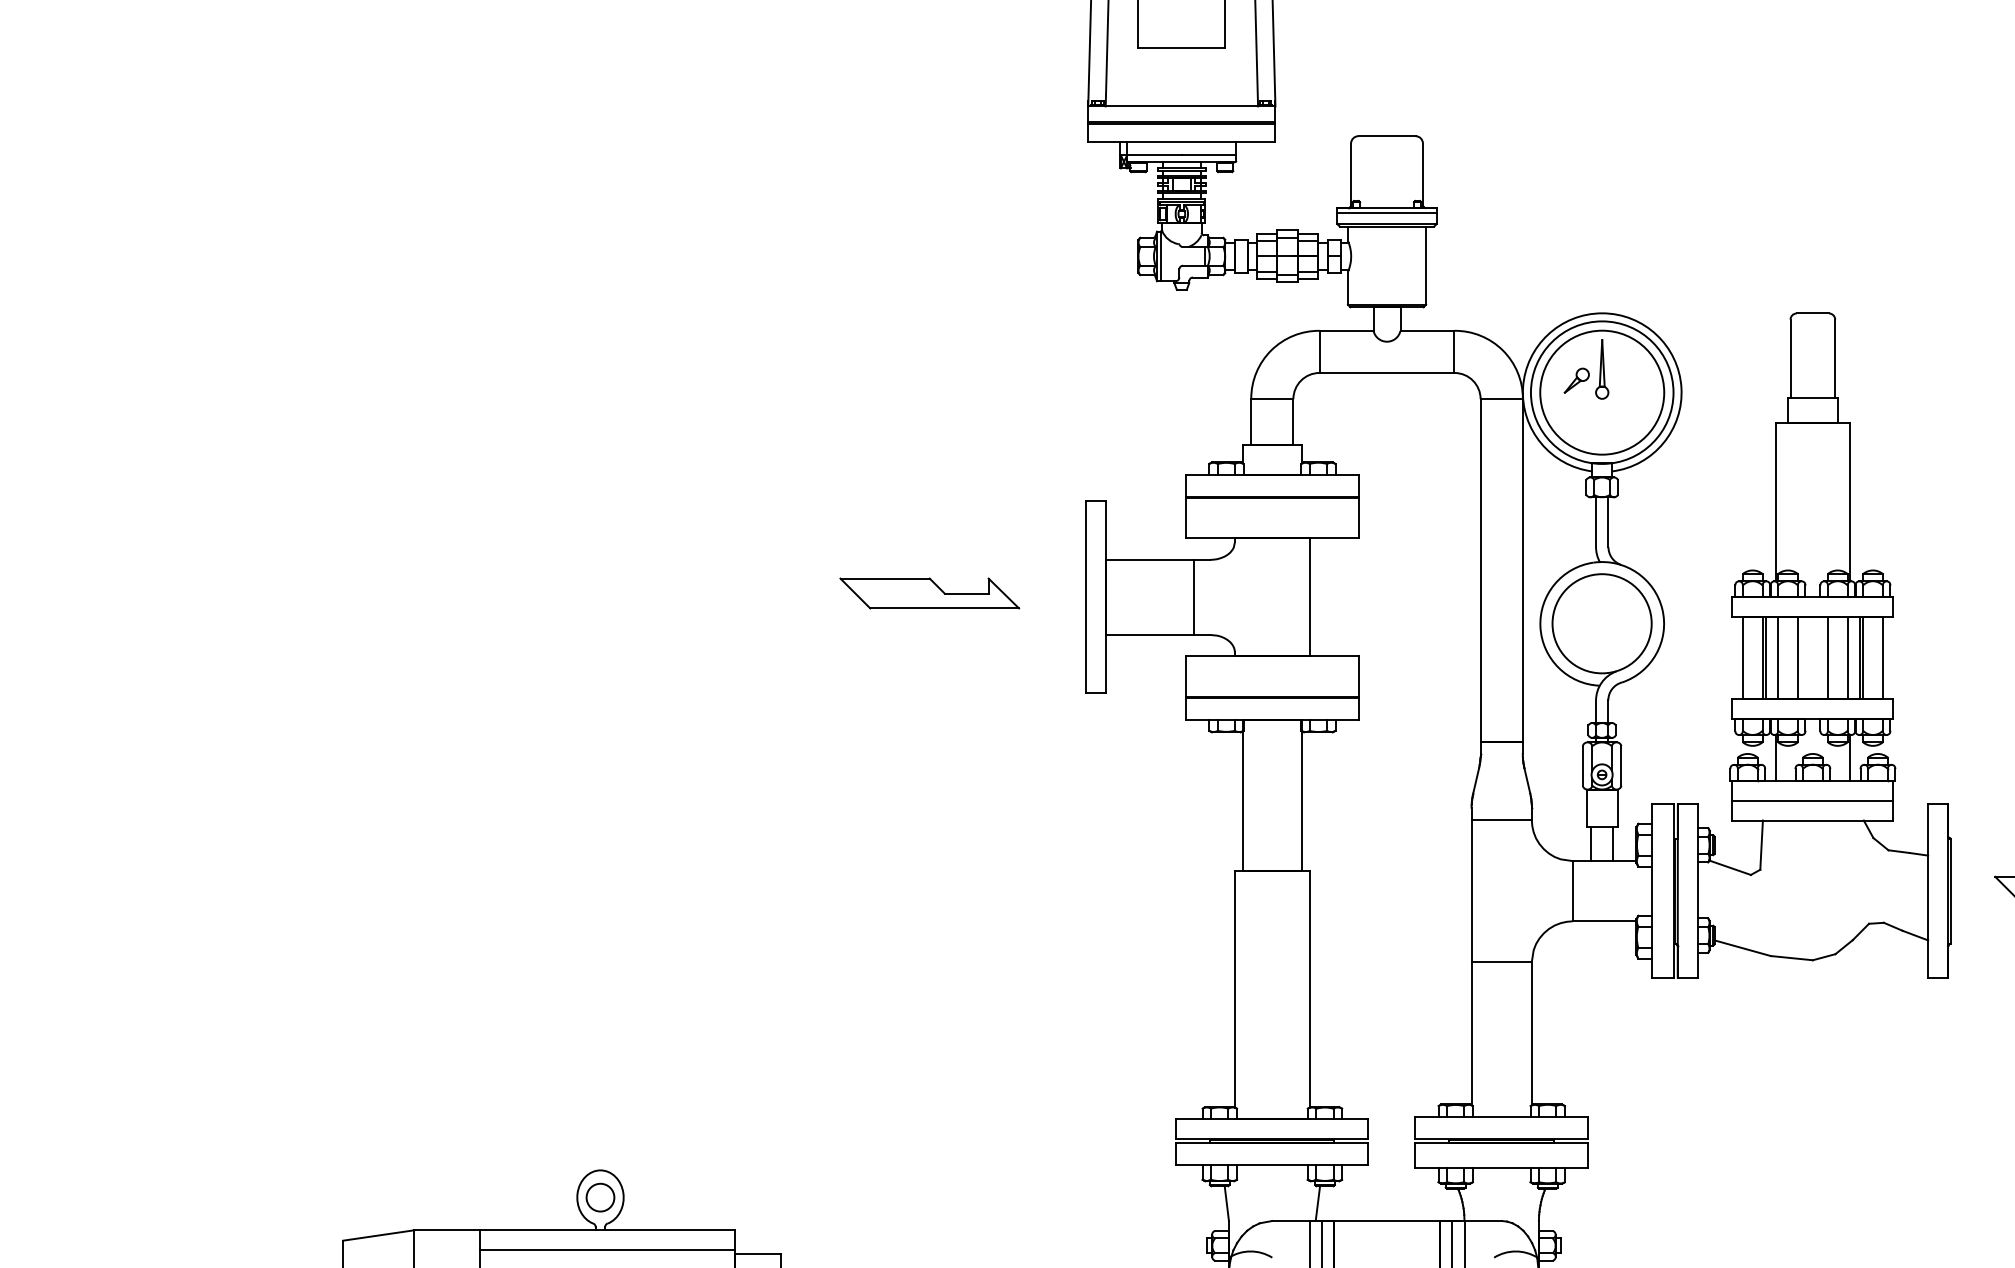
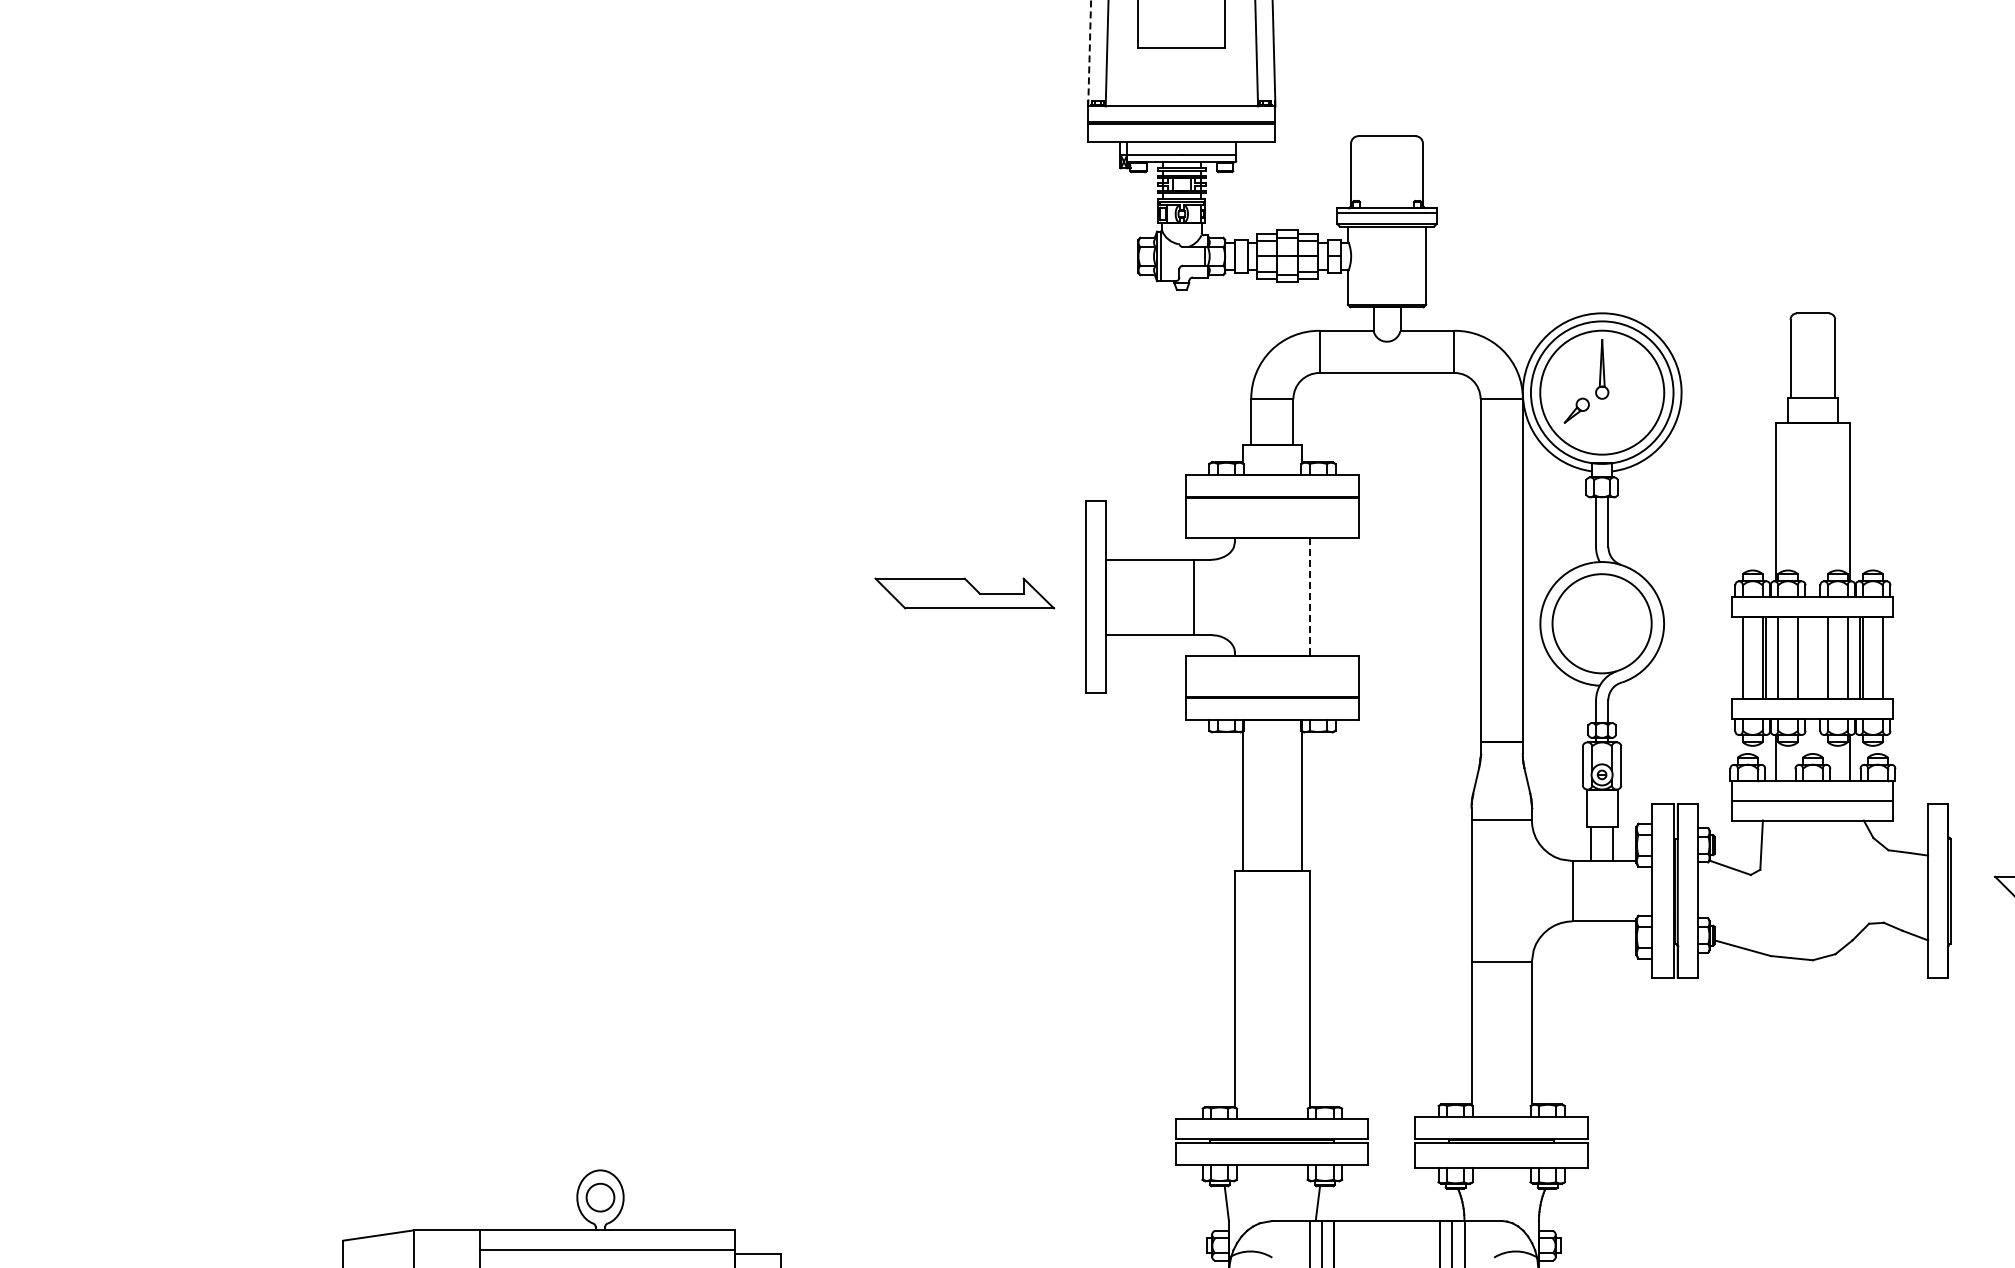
line at (1089, 53): solid -> dashed
part at (1576, 380) position: (1576, 380) -> (1576, 410)
part at (929, 593) position: (929, 593) -> (964, 593)
line at (1309, 597): solid -> dashed
